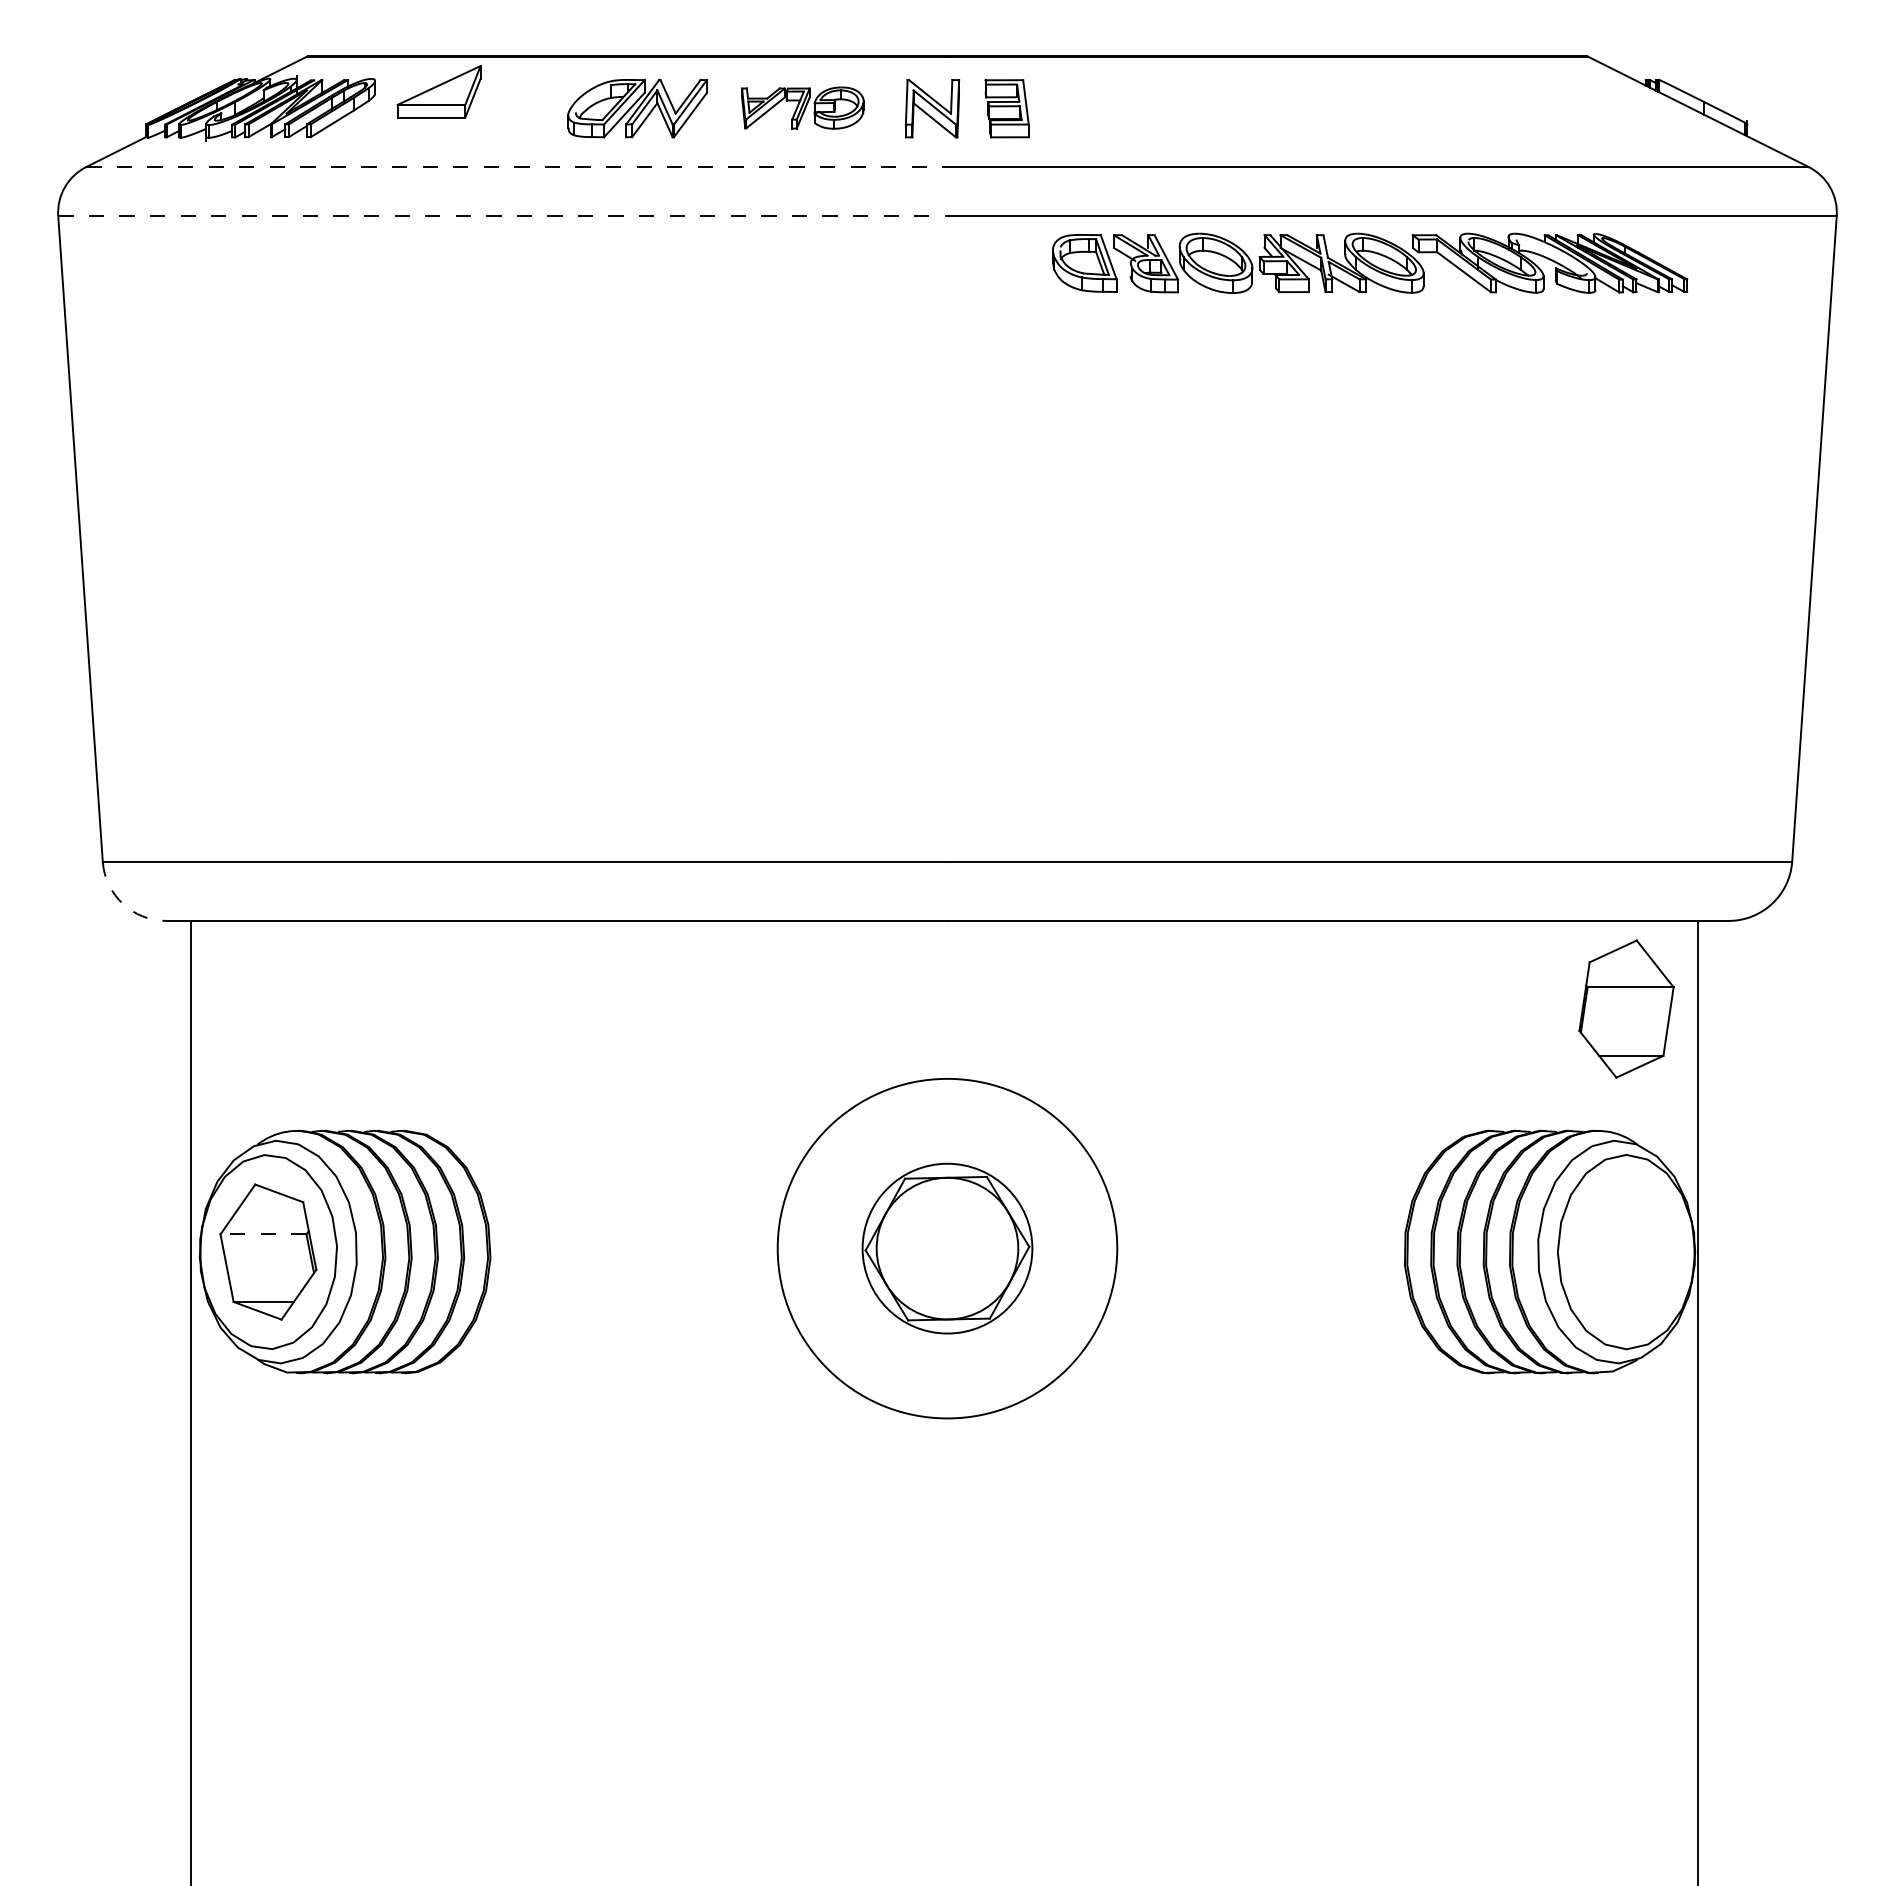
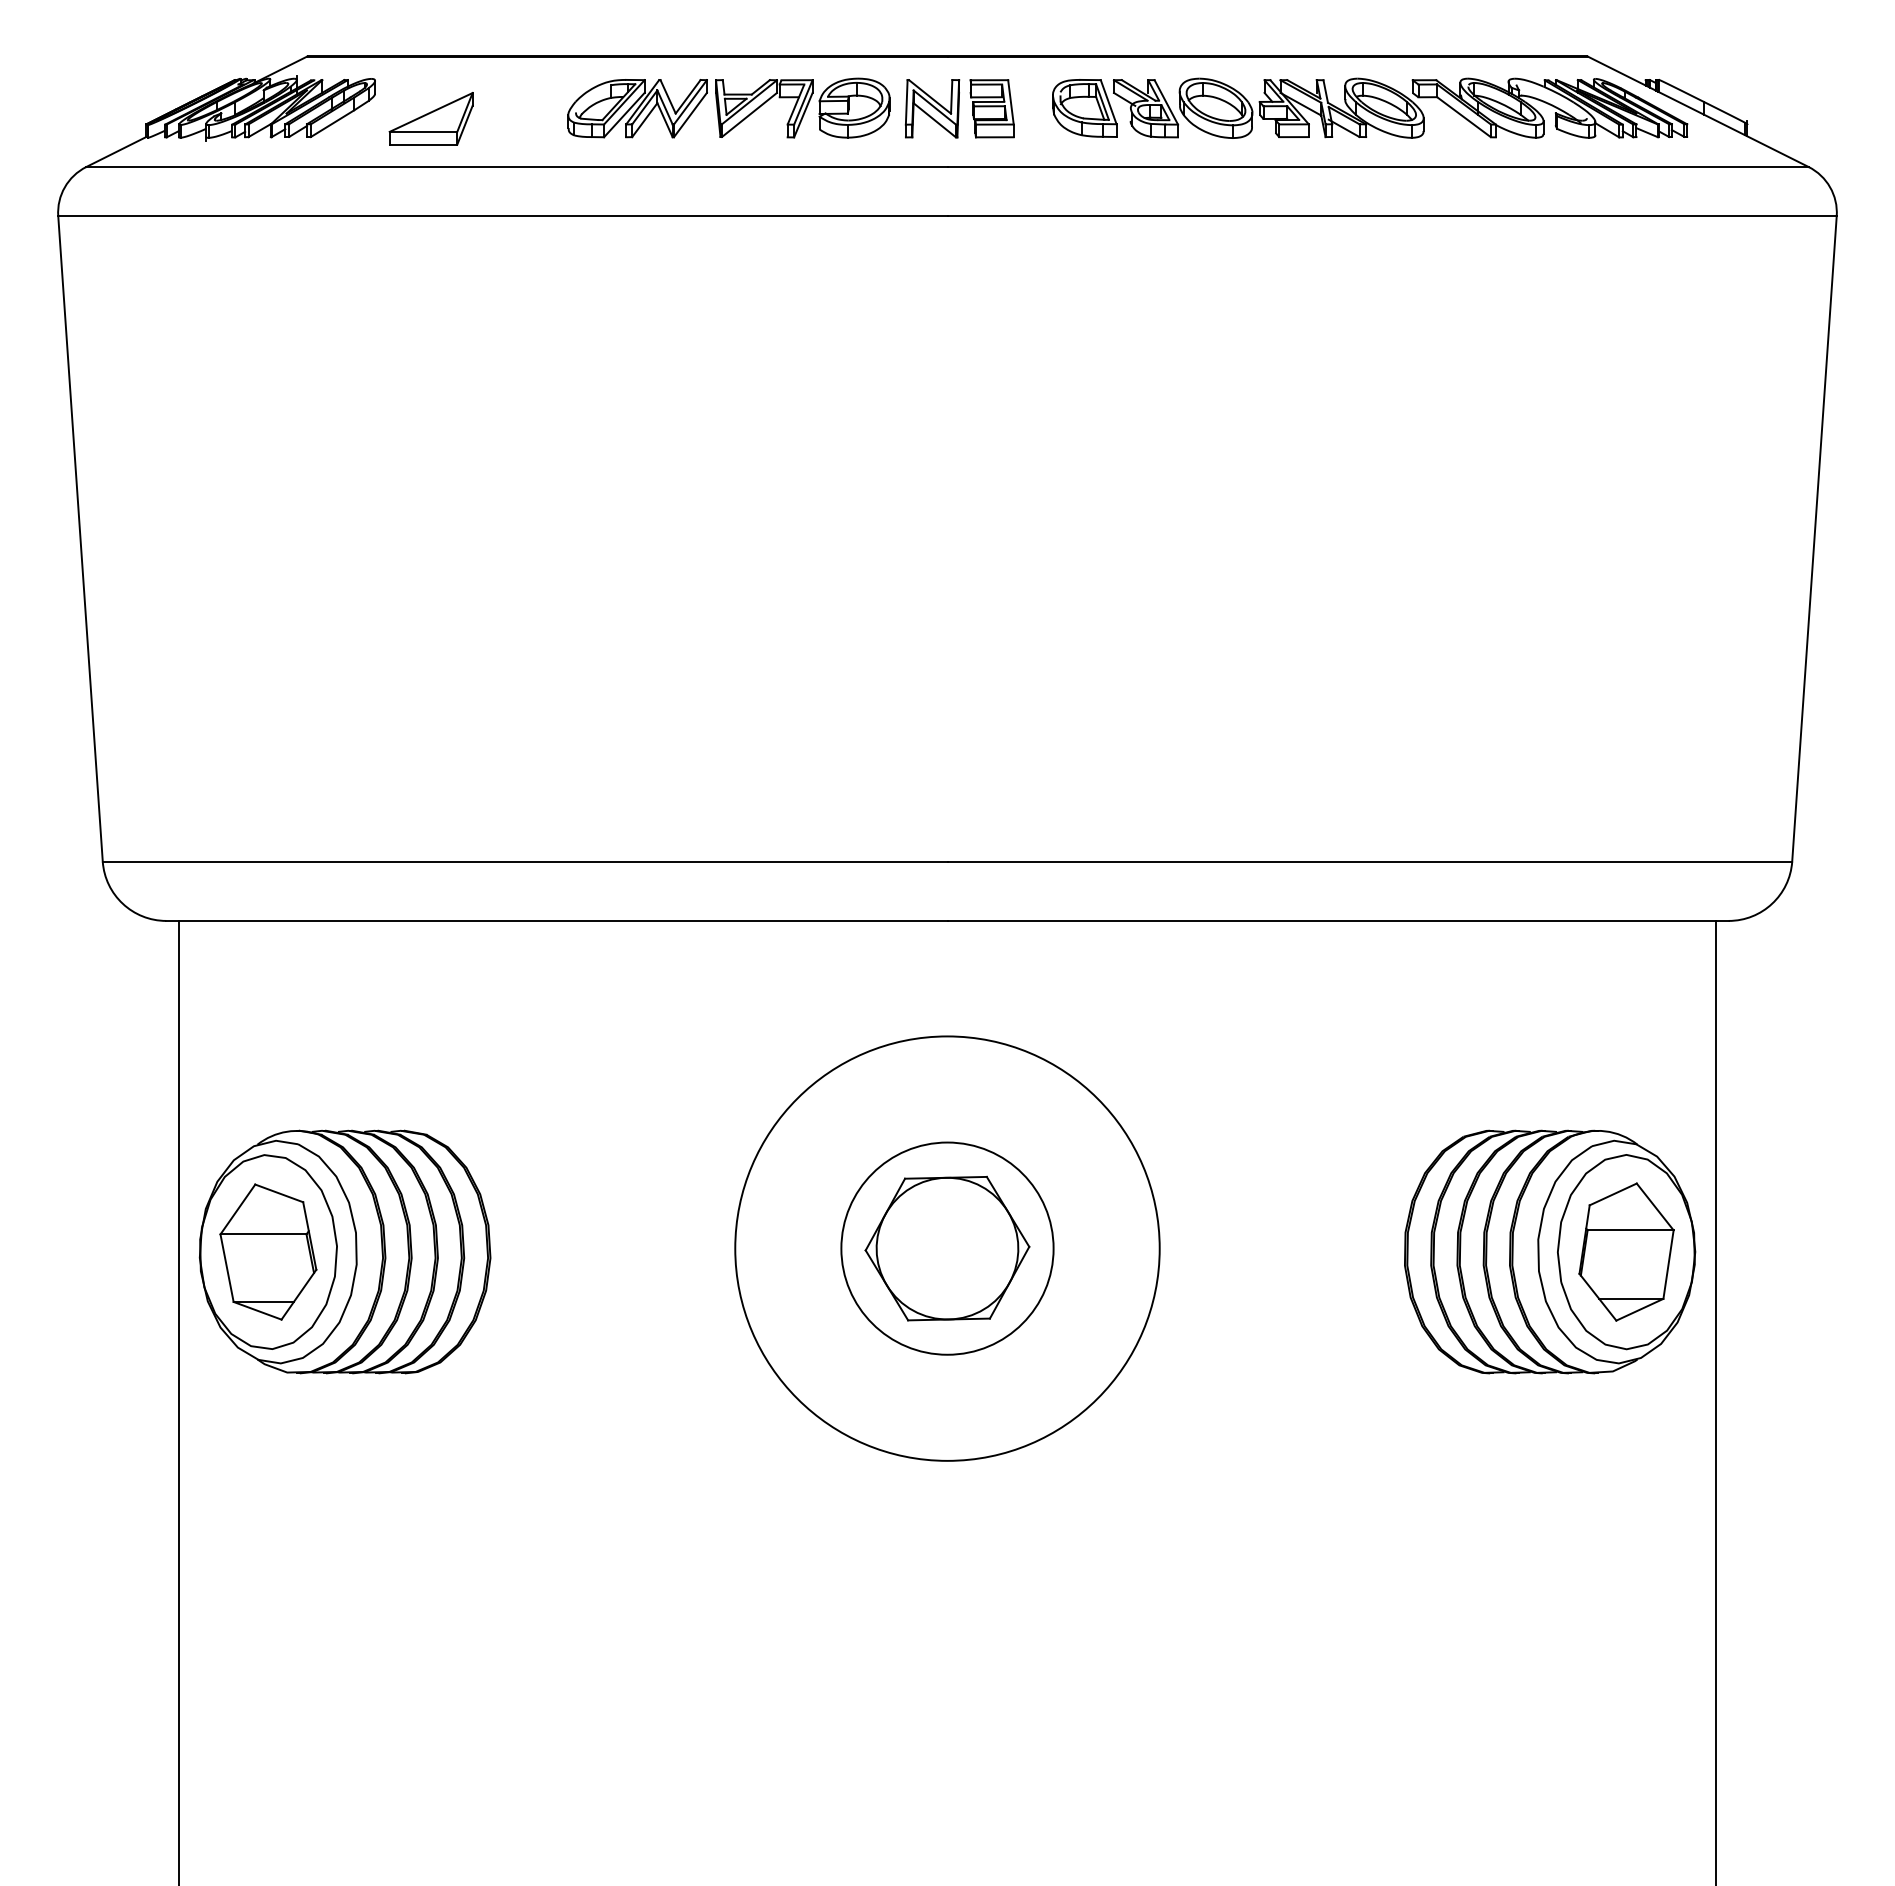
part at (438, 91) position: (438, 91) -> (430, 118)
part at (802, 107) size: 124x44 px -> 176x62 px
part at (1006, 108) position: (1006, 108) -> (991, 108)
line at (516, 167): dashed -> solid
line at (502, 216): dashed -> solid
part at (1370, 262) position: (1370, 262) -> (1370, 107)
arc at (122, 903): dashed -> solid
part at (1626, 1008) position: (1626, 1008) -> (1626, 1251)
line at (263, 1234): dashed -> solid
circle at (947, 1248) diameter: 170 px -> 212 px
circle at (947, 1248) diameter: 340 px -> 424 px
line at (191, 1401) position: (191, 1401) -> (179, 1401)
line at (1697, 1401) position: (1697, 1401) -> (1715, 1401)
